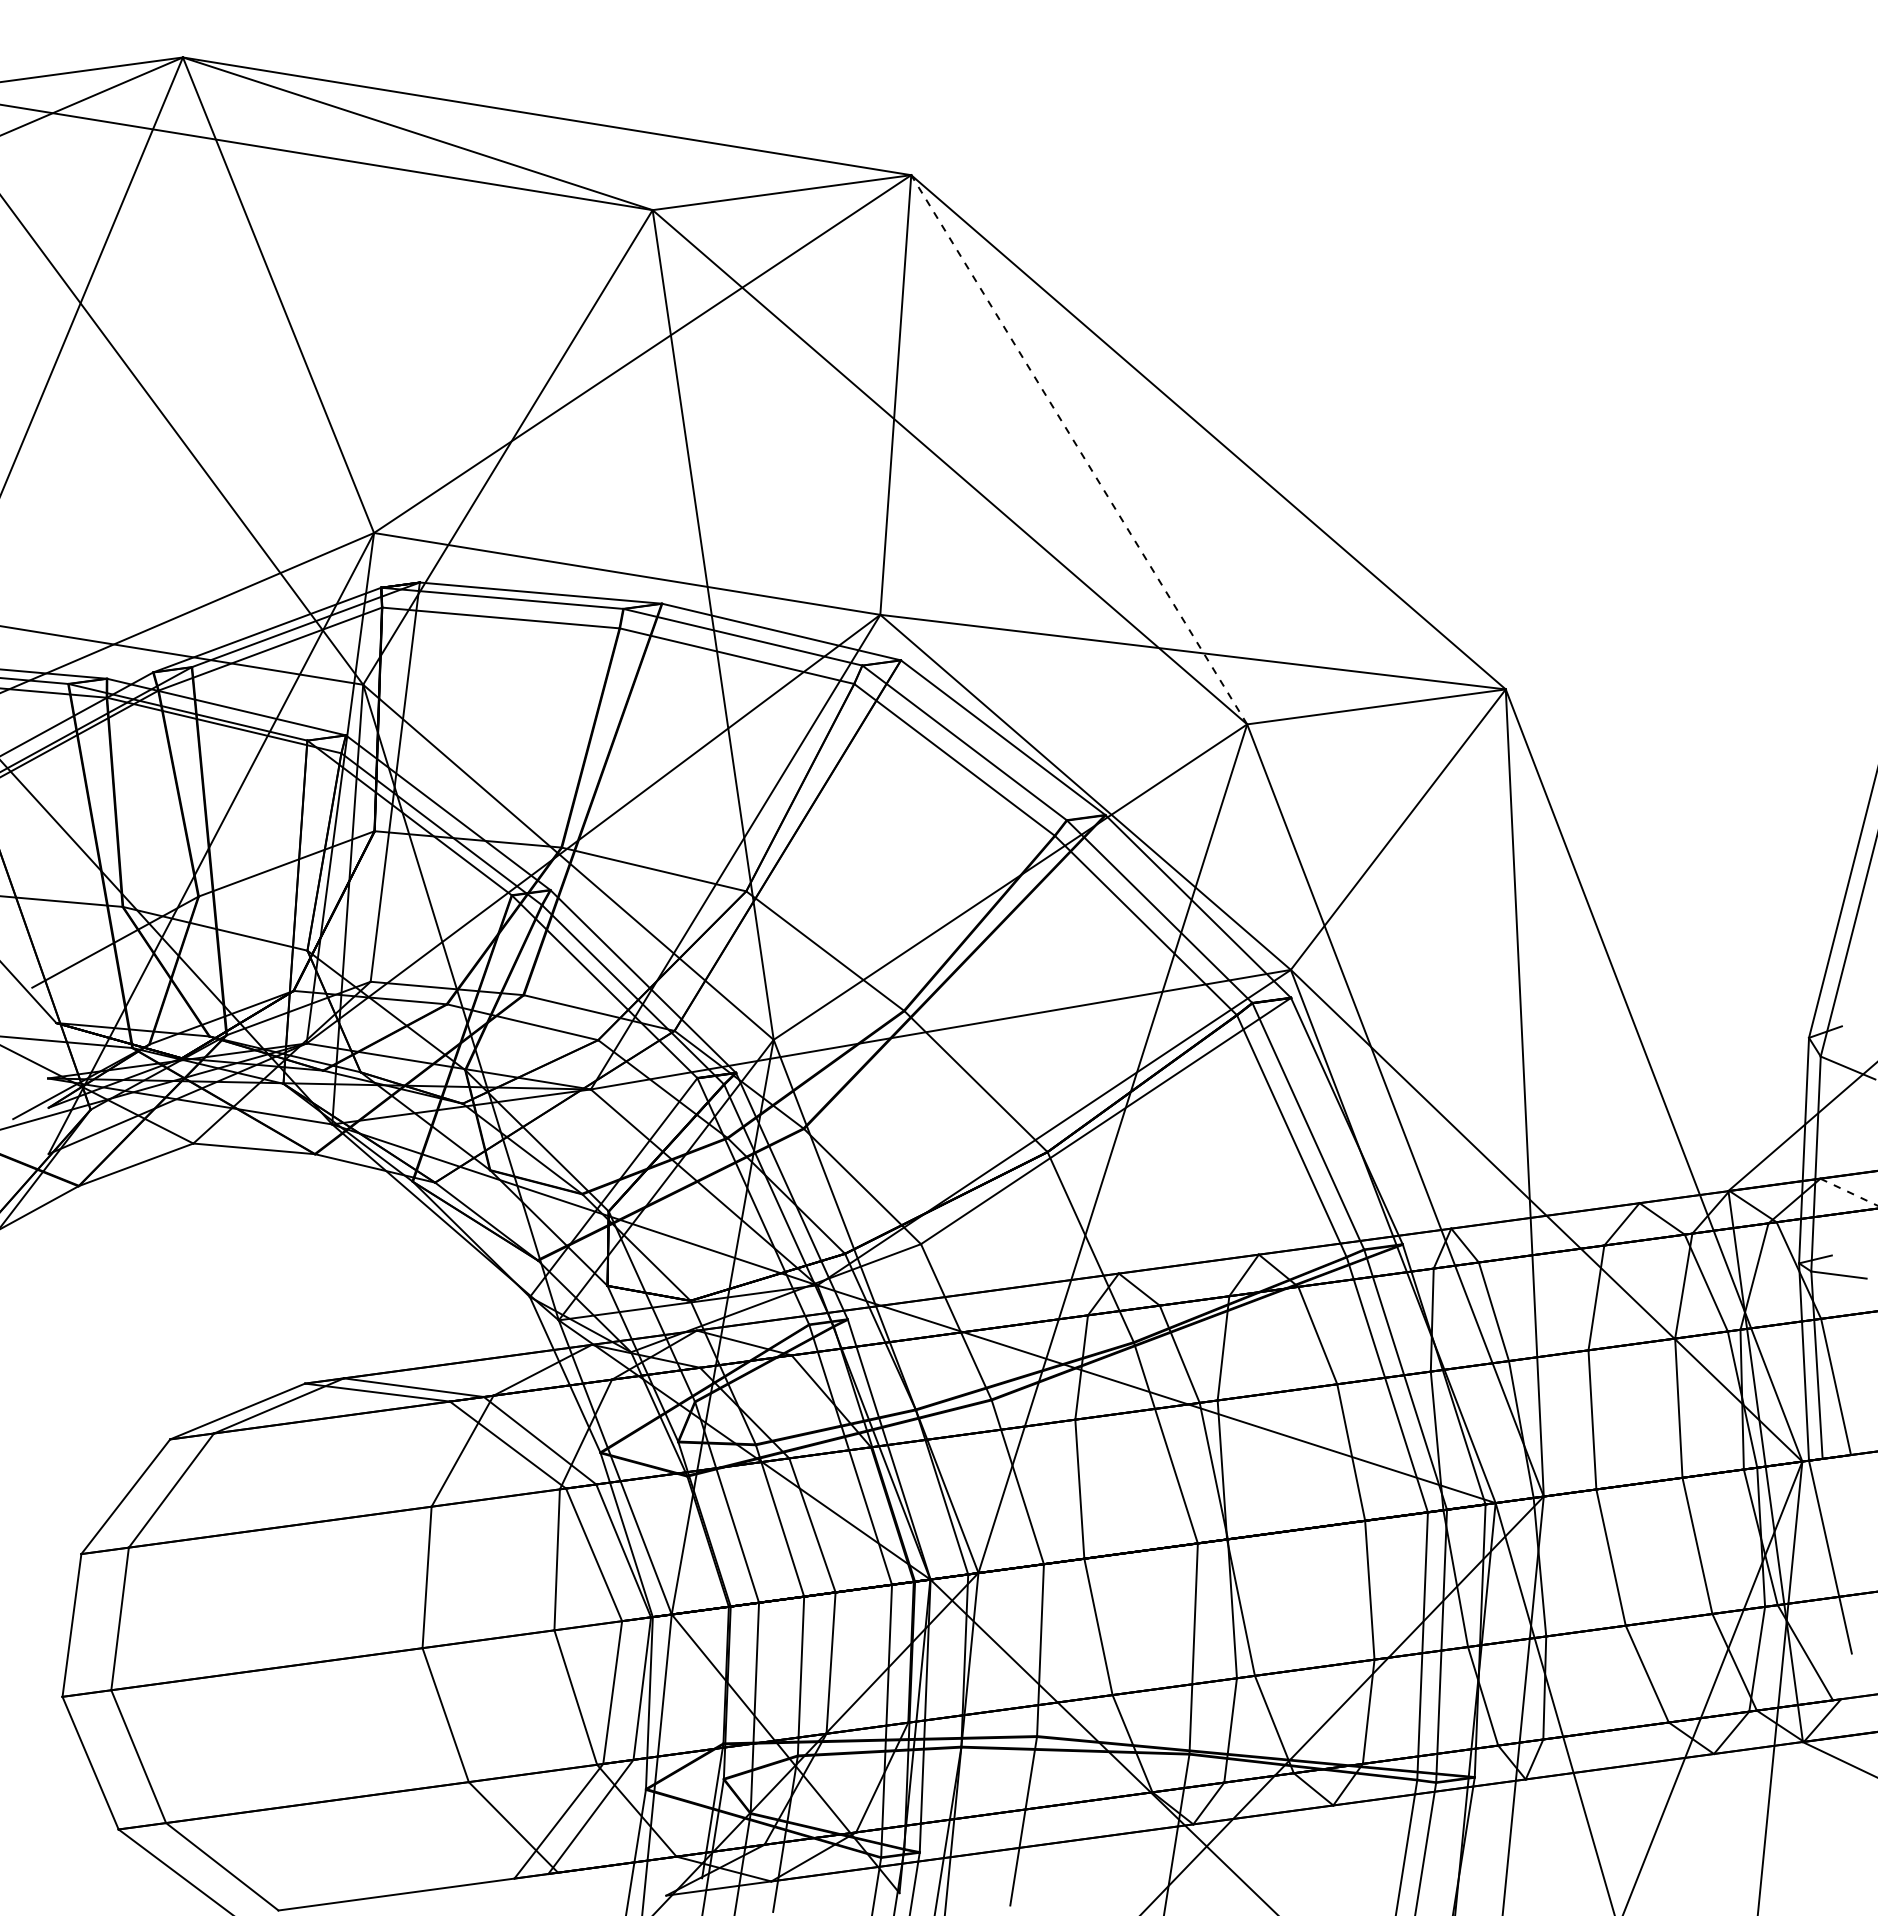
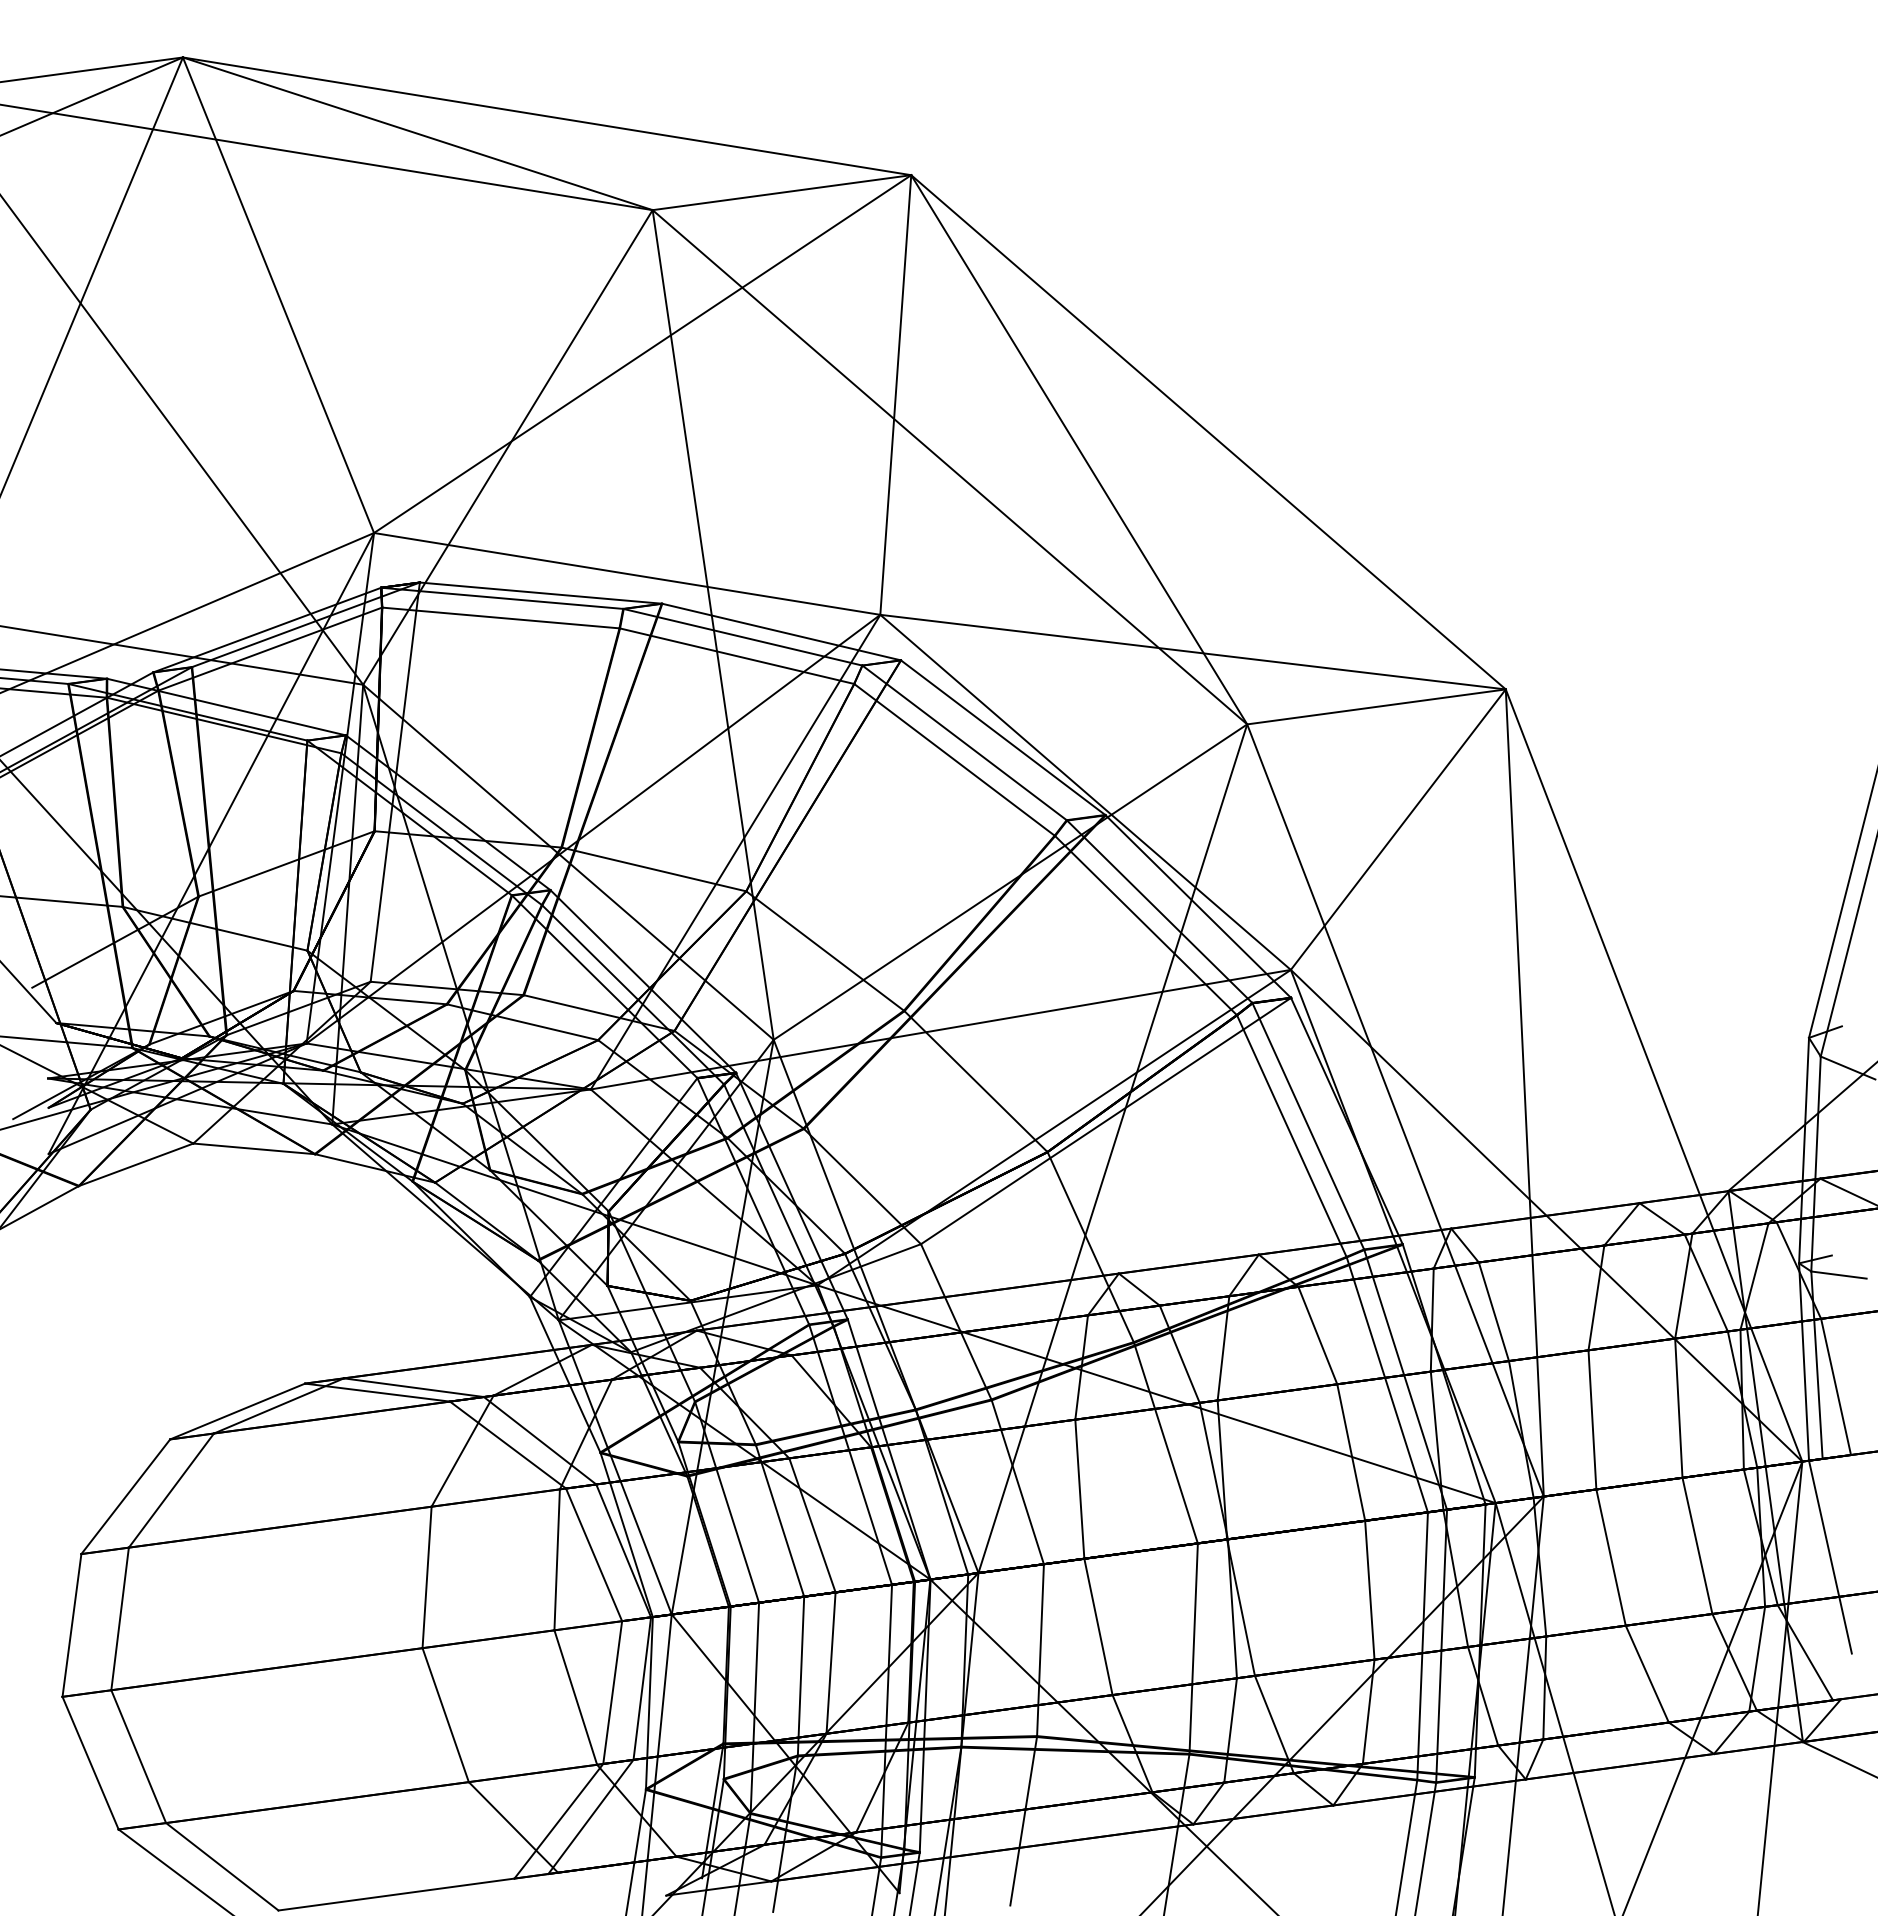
line at (1079, 449): dashed -> solid
line at (1849, 1192): dashed -> solid
